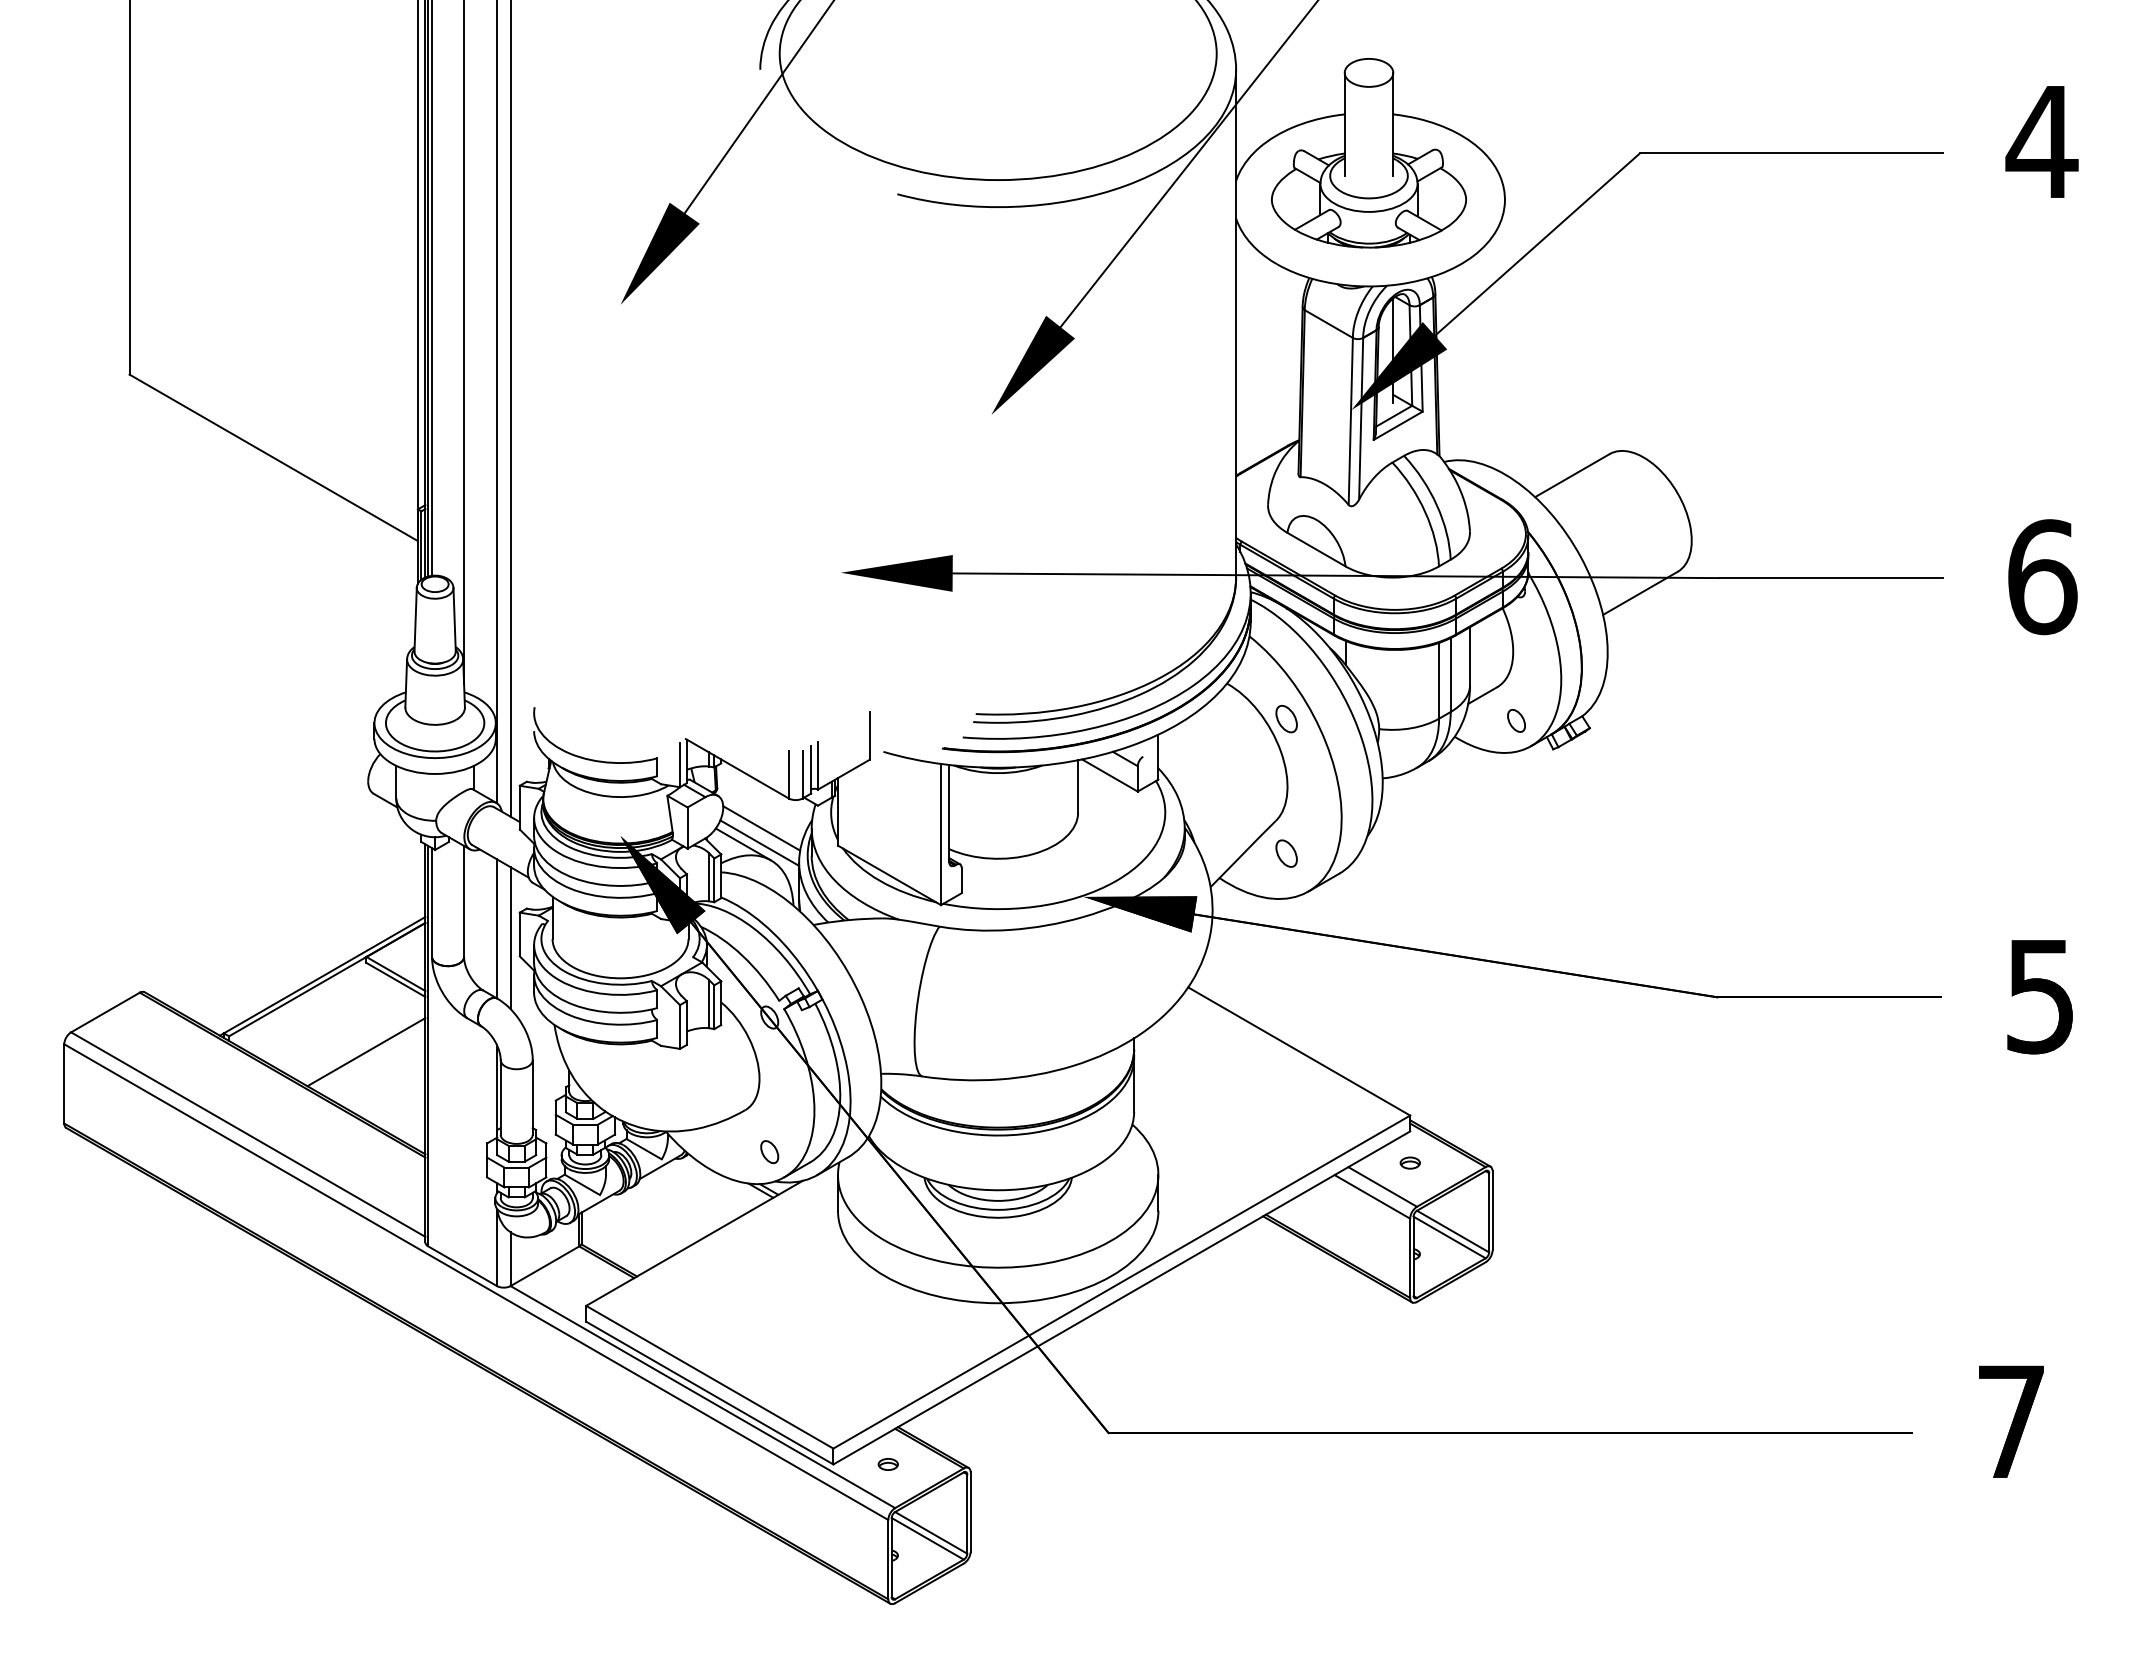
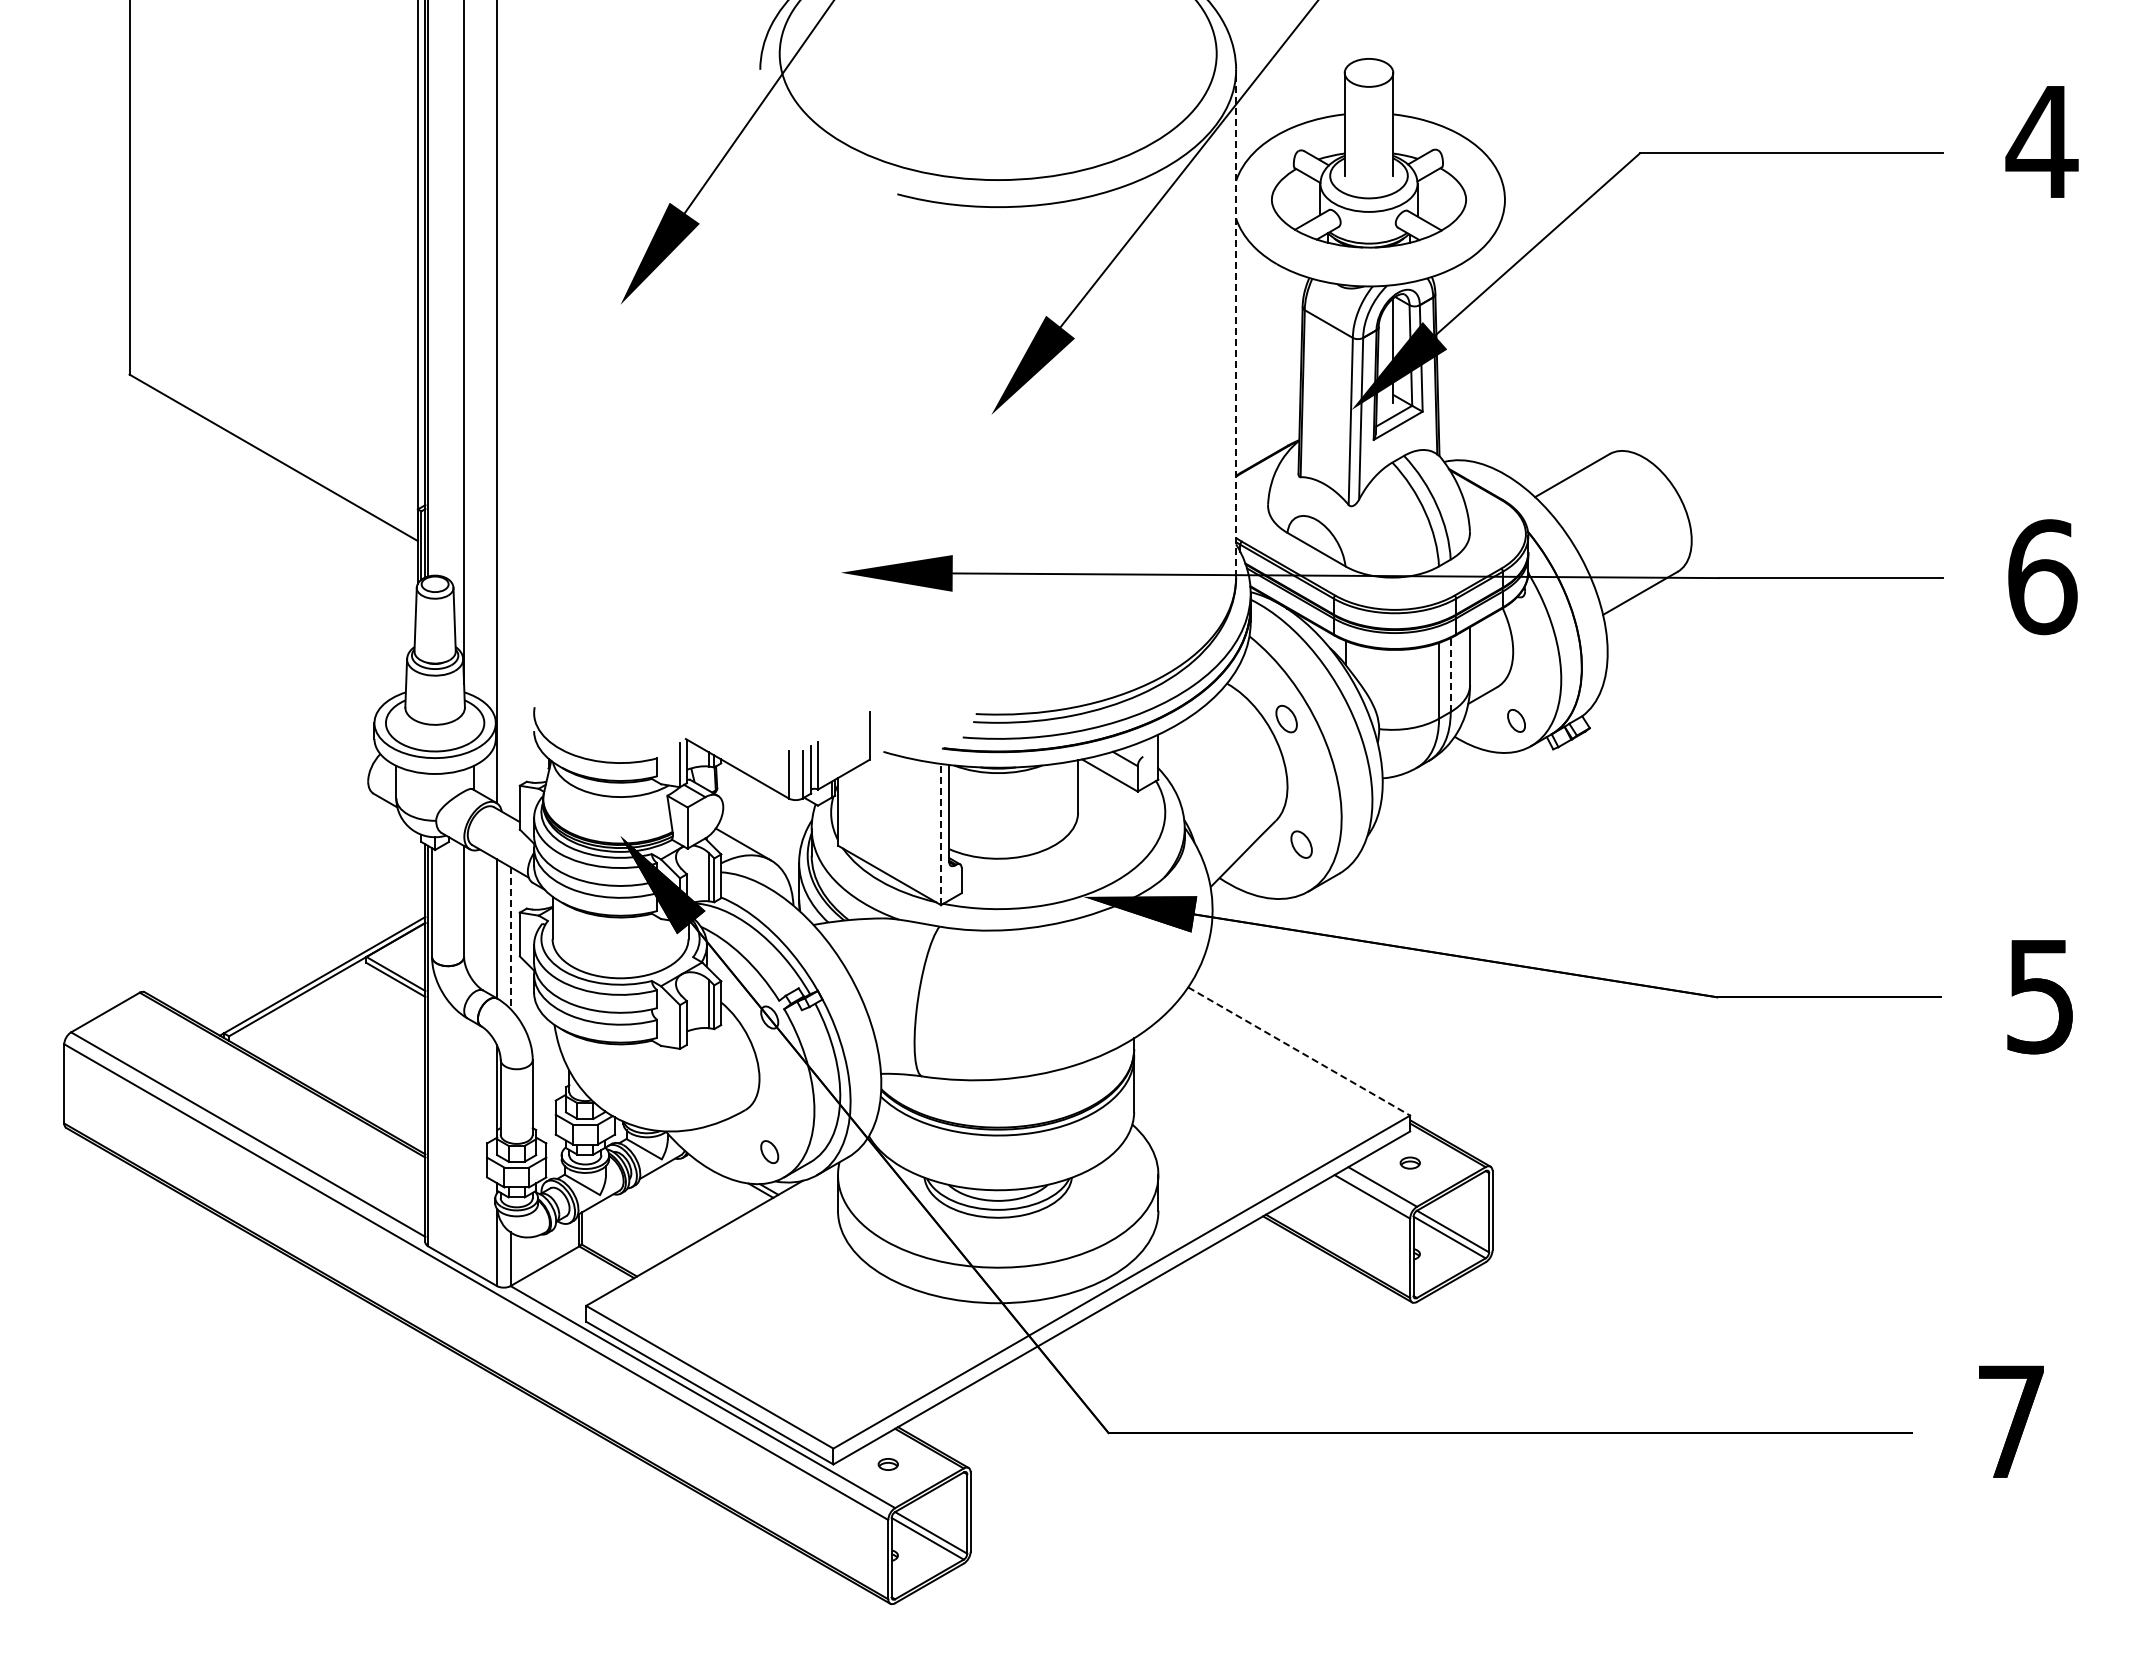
line at (432, 288): present -> none
line at (1236, 323): solid -> dashed
line at (510, 409): present -> none
line at (1450, 675): solid -> dashed
line at (761, 828): present -> none
line at (941, 834): solid -> dashed
line at (759, 842): present -> none
part at (1286, 853) position: (1286, 853) -> (1301, 844)
line at (510, 938): solid -> dashed
line at (1299, 1051): solid -> dashed
line at (366, 1052): present -> none
